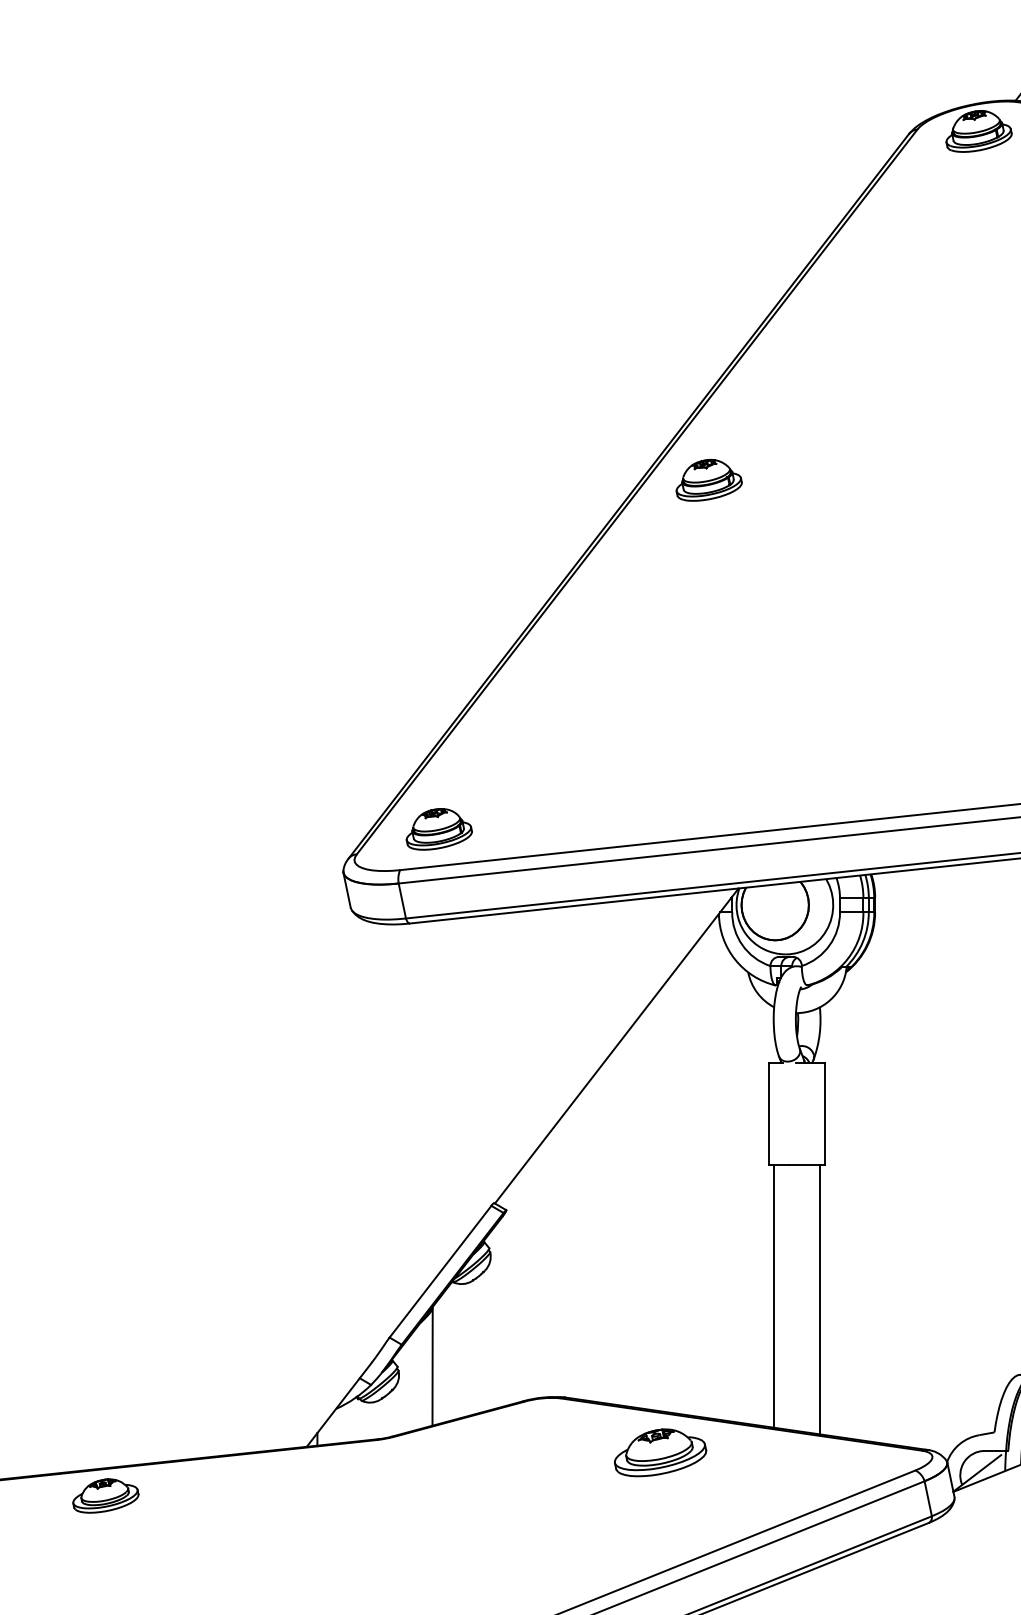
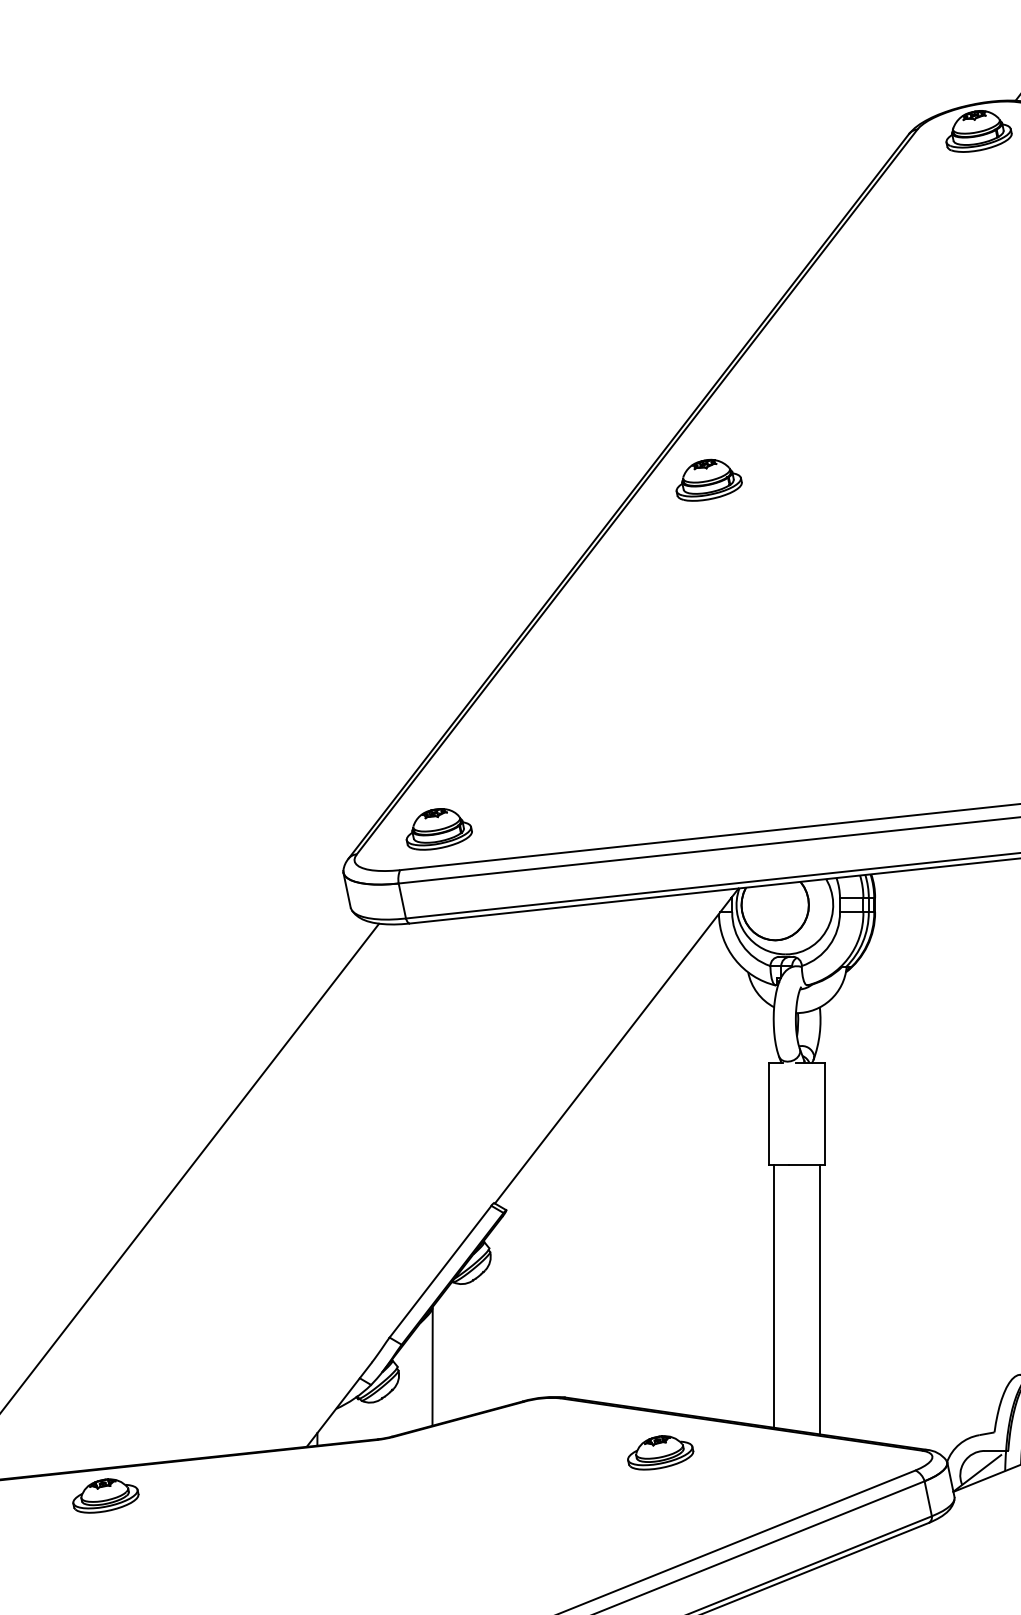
line at (190, 1167): none -> present
part at (660, 1452) size: 94x50 px -> 68x36 px
